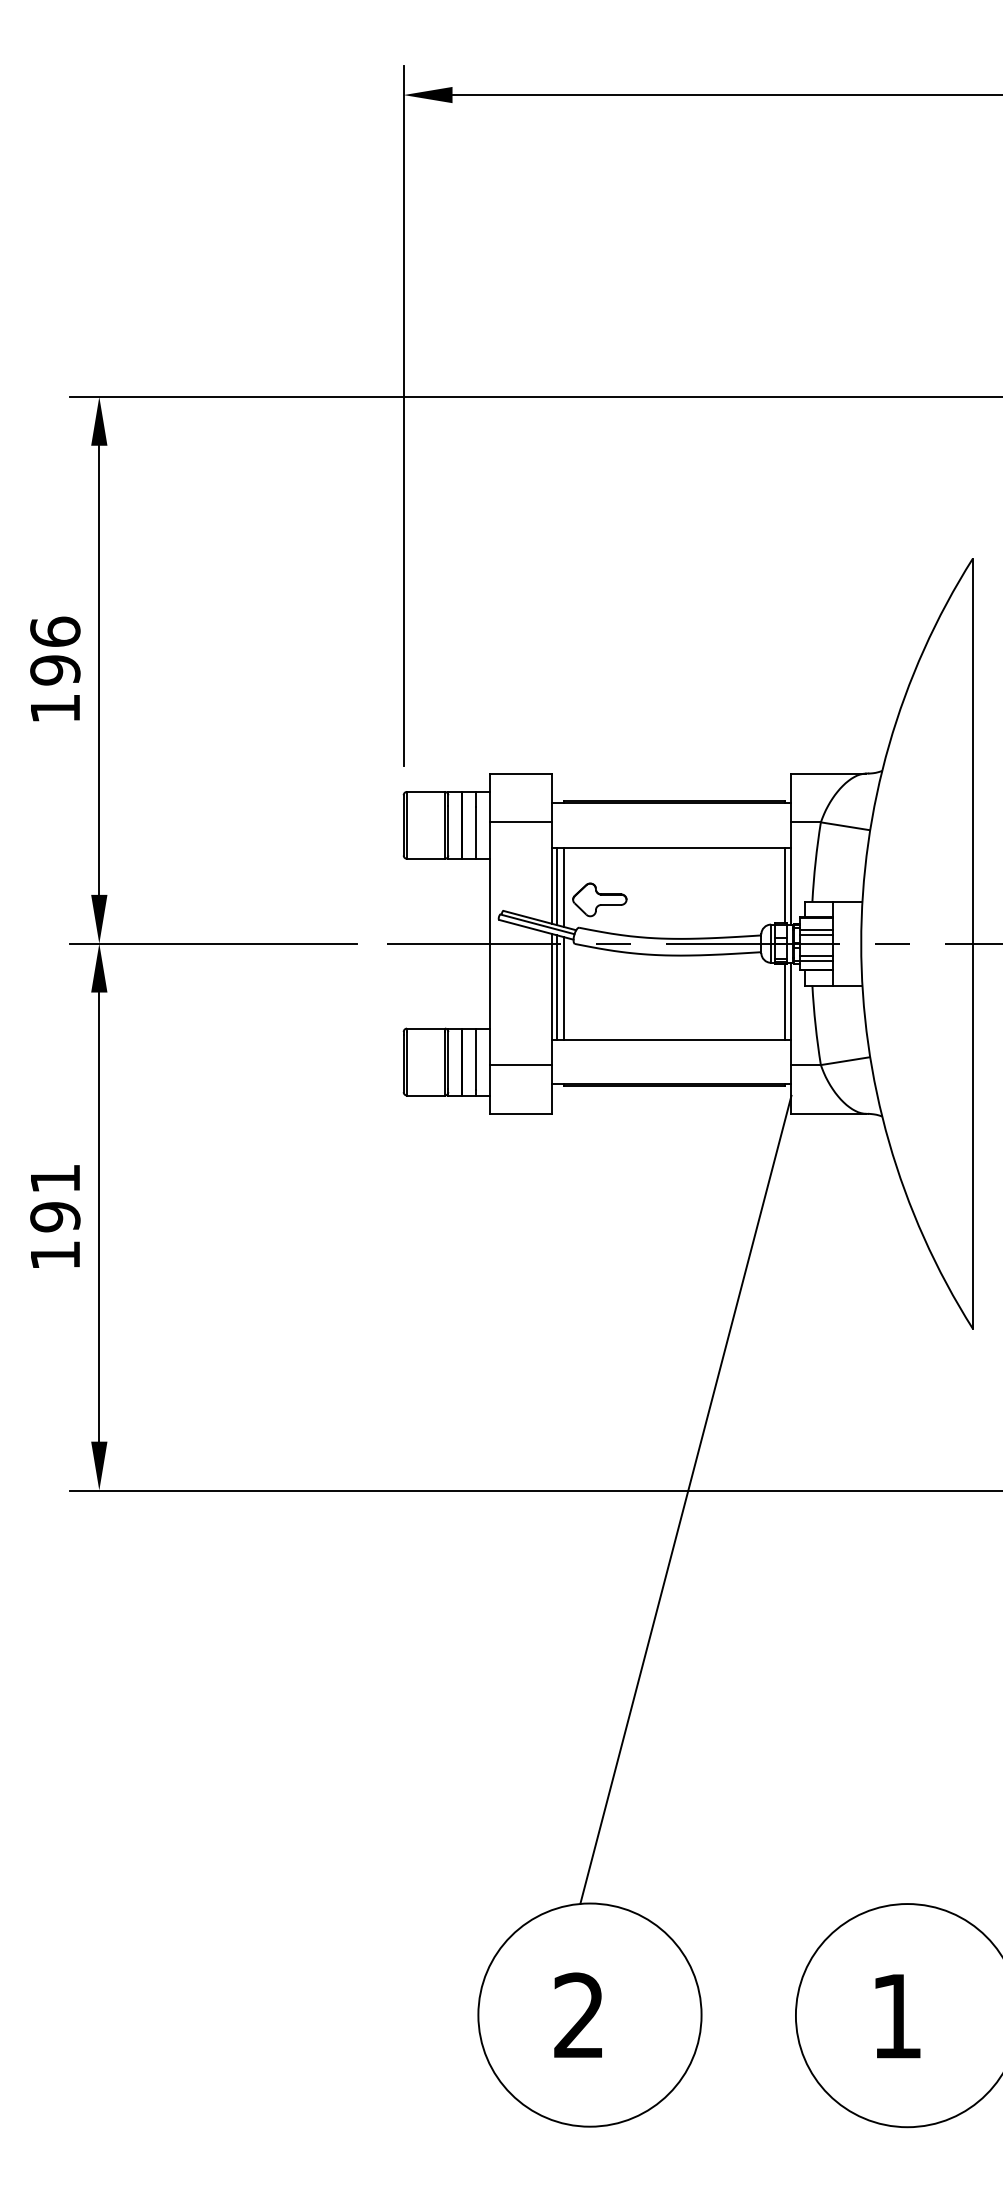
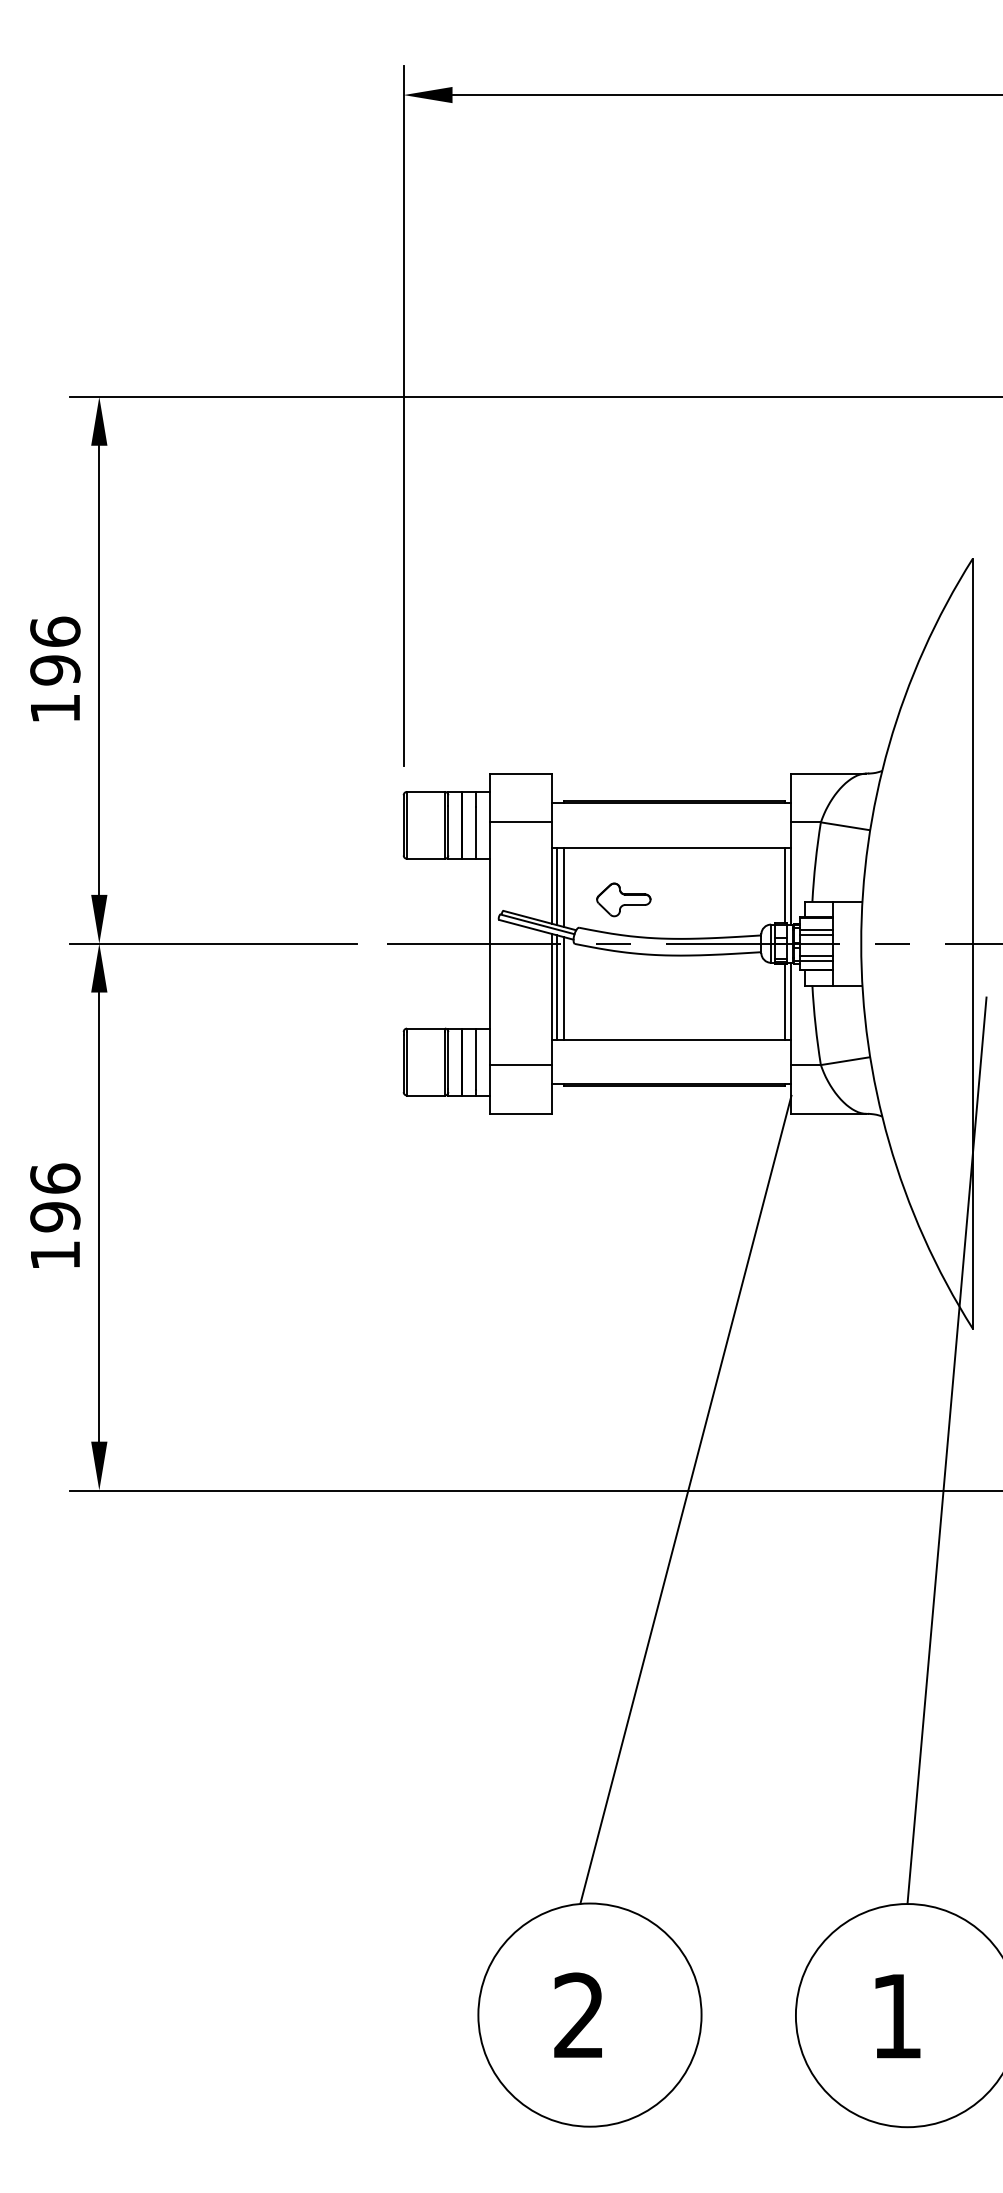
part at (599, 899) position: (599, 899) -> (623, 899)
text at (55, 1178): 191 -> 196
line at (946, 1450): none -> present
